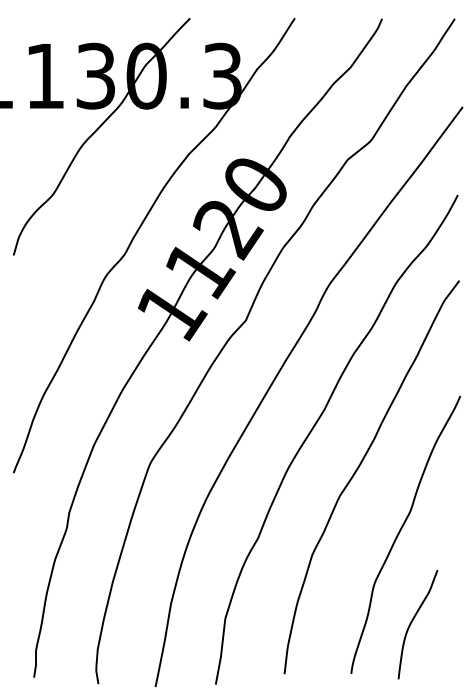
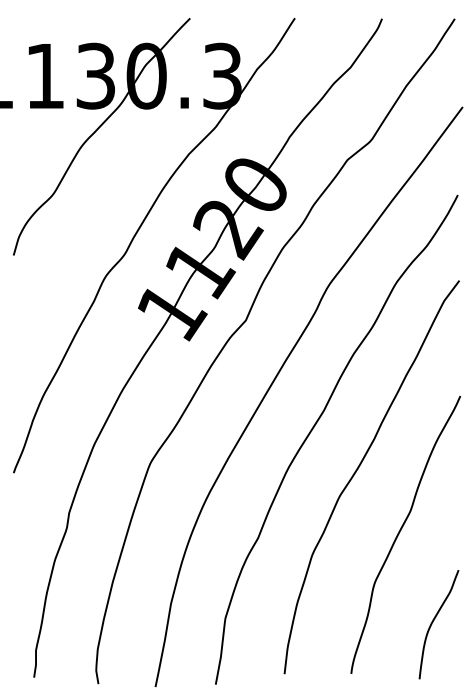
curve at (412, 622) position: (412, 622) -> (433, 622)
